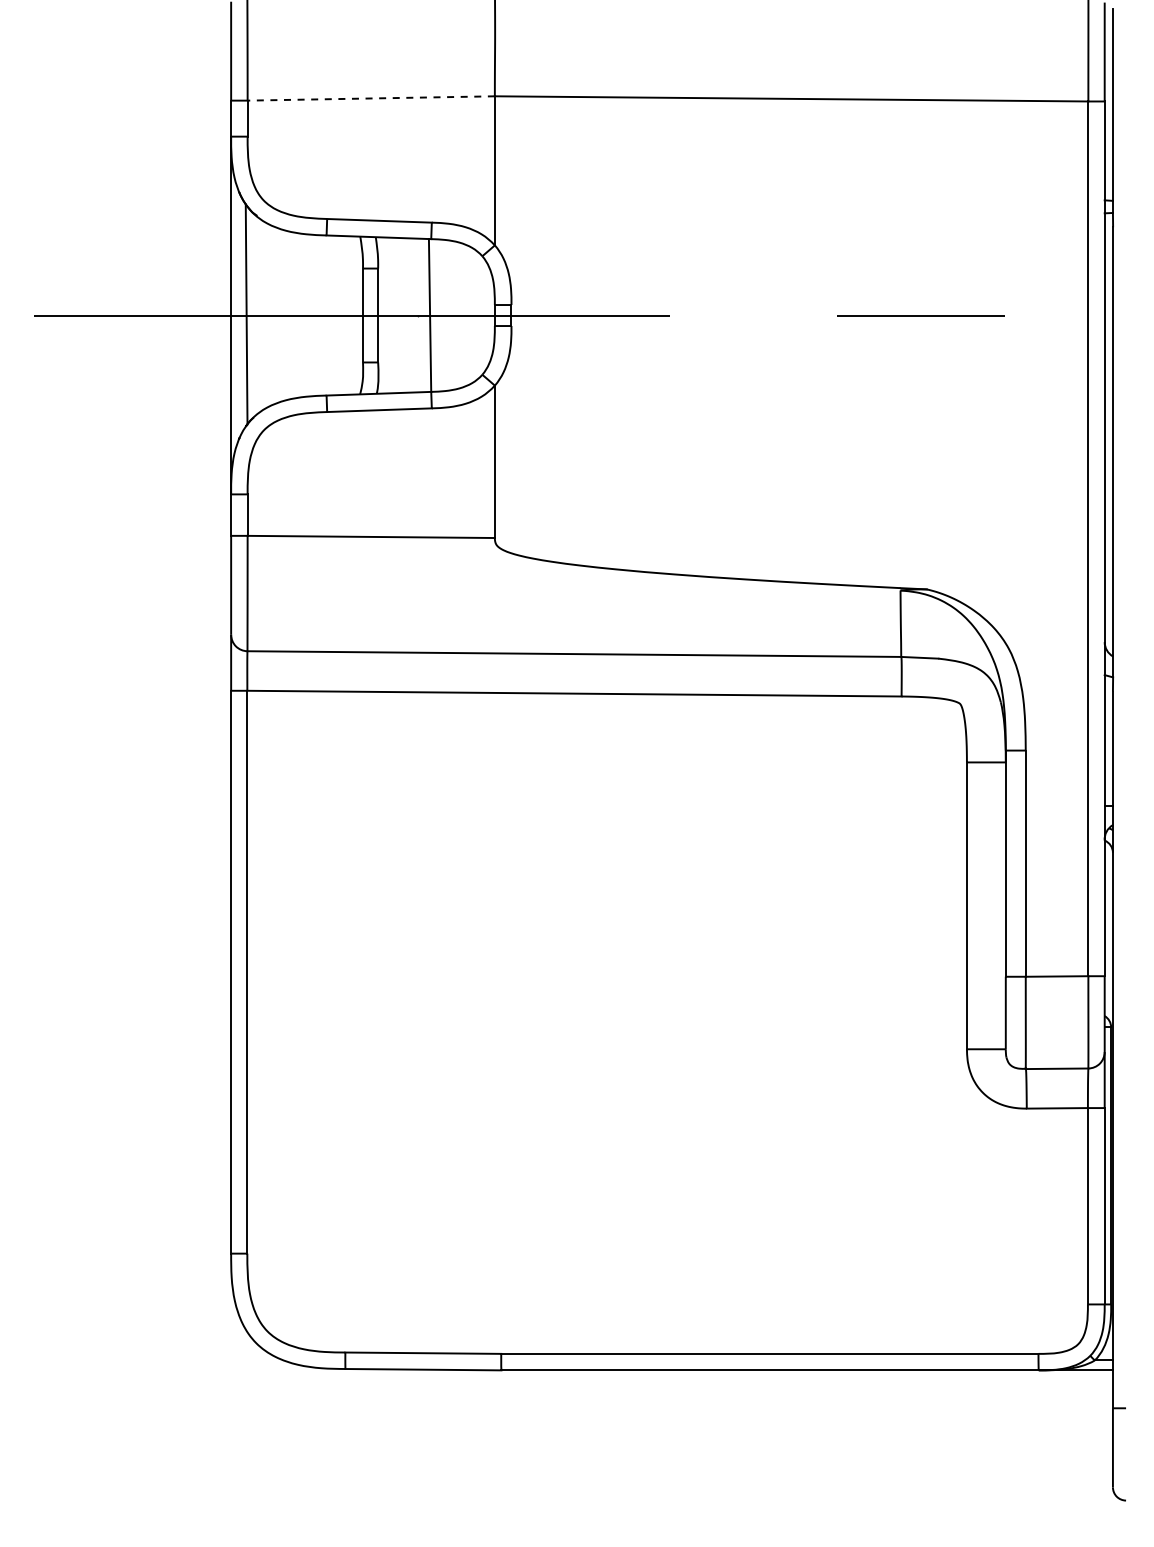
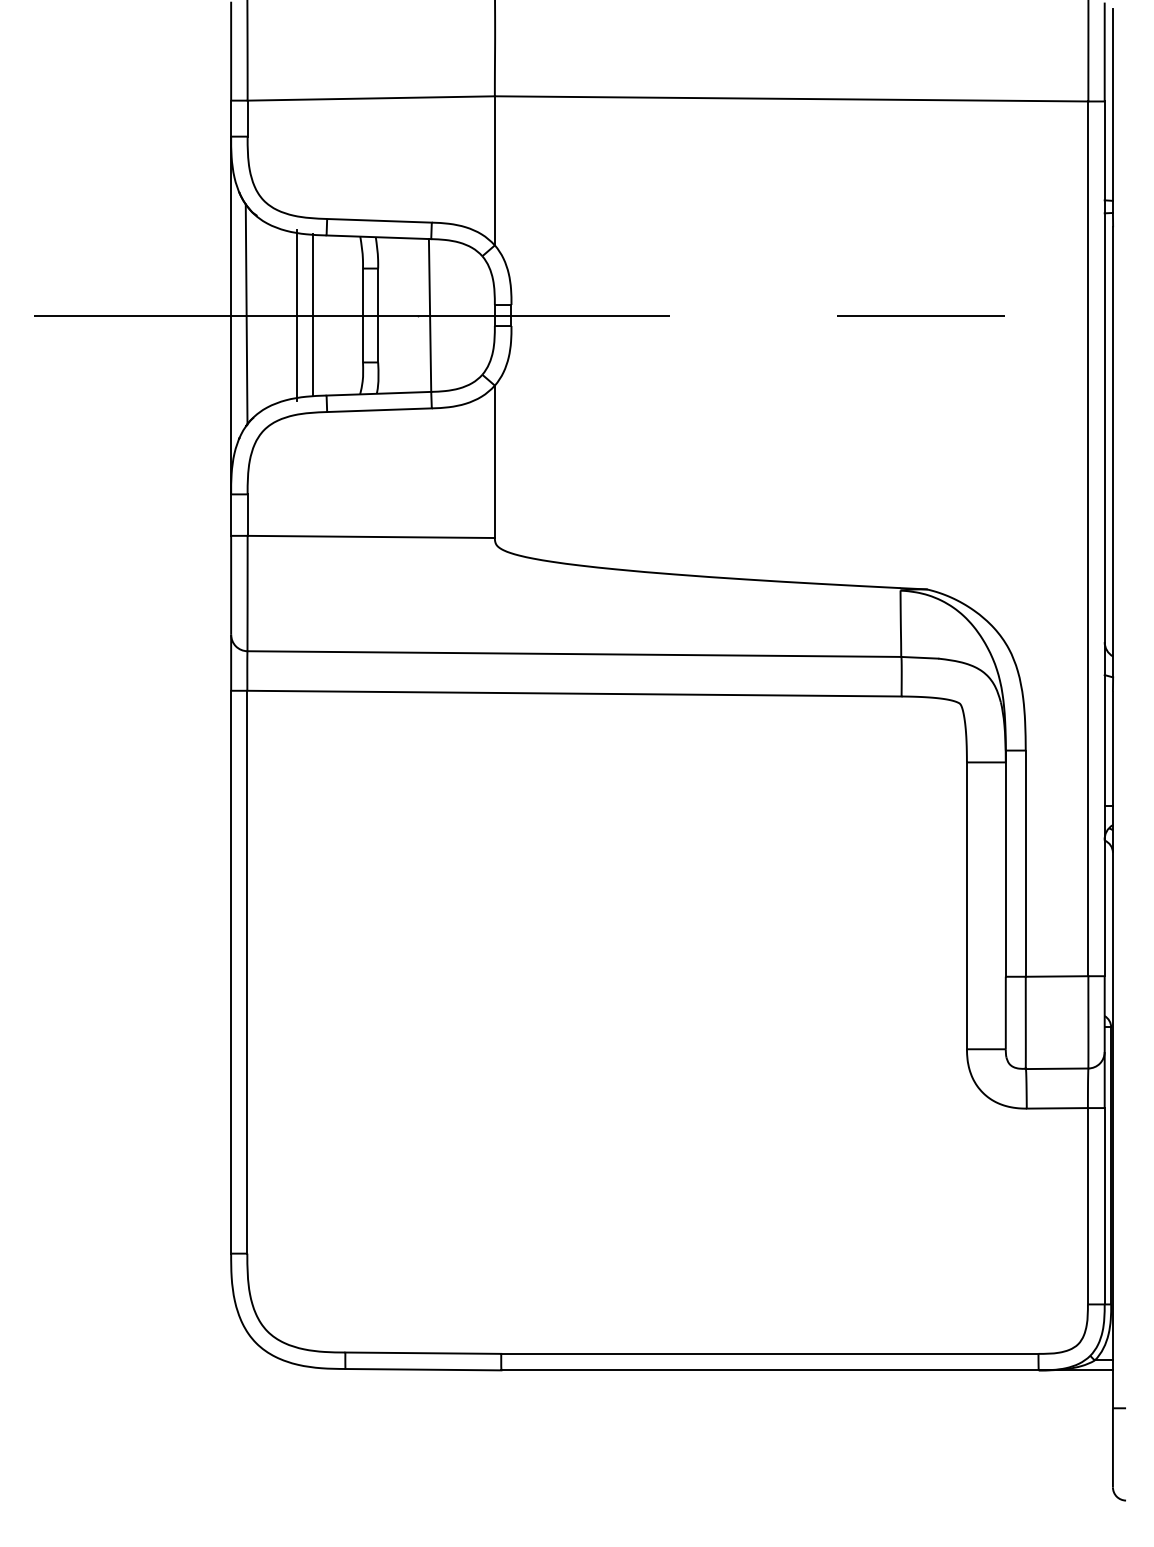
line at (371, 98): dashed -> solid
line at (297, 315): none -> present
line at (313, 315): none -> present
